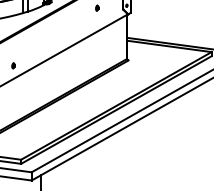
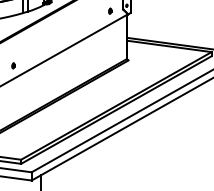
part at (97, 7) position: (97, 7) -> (110, 10)
